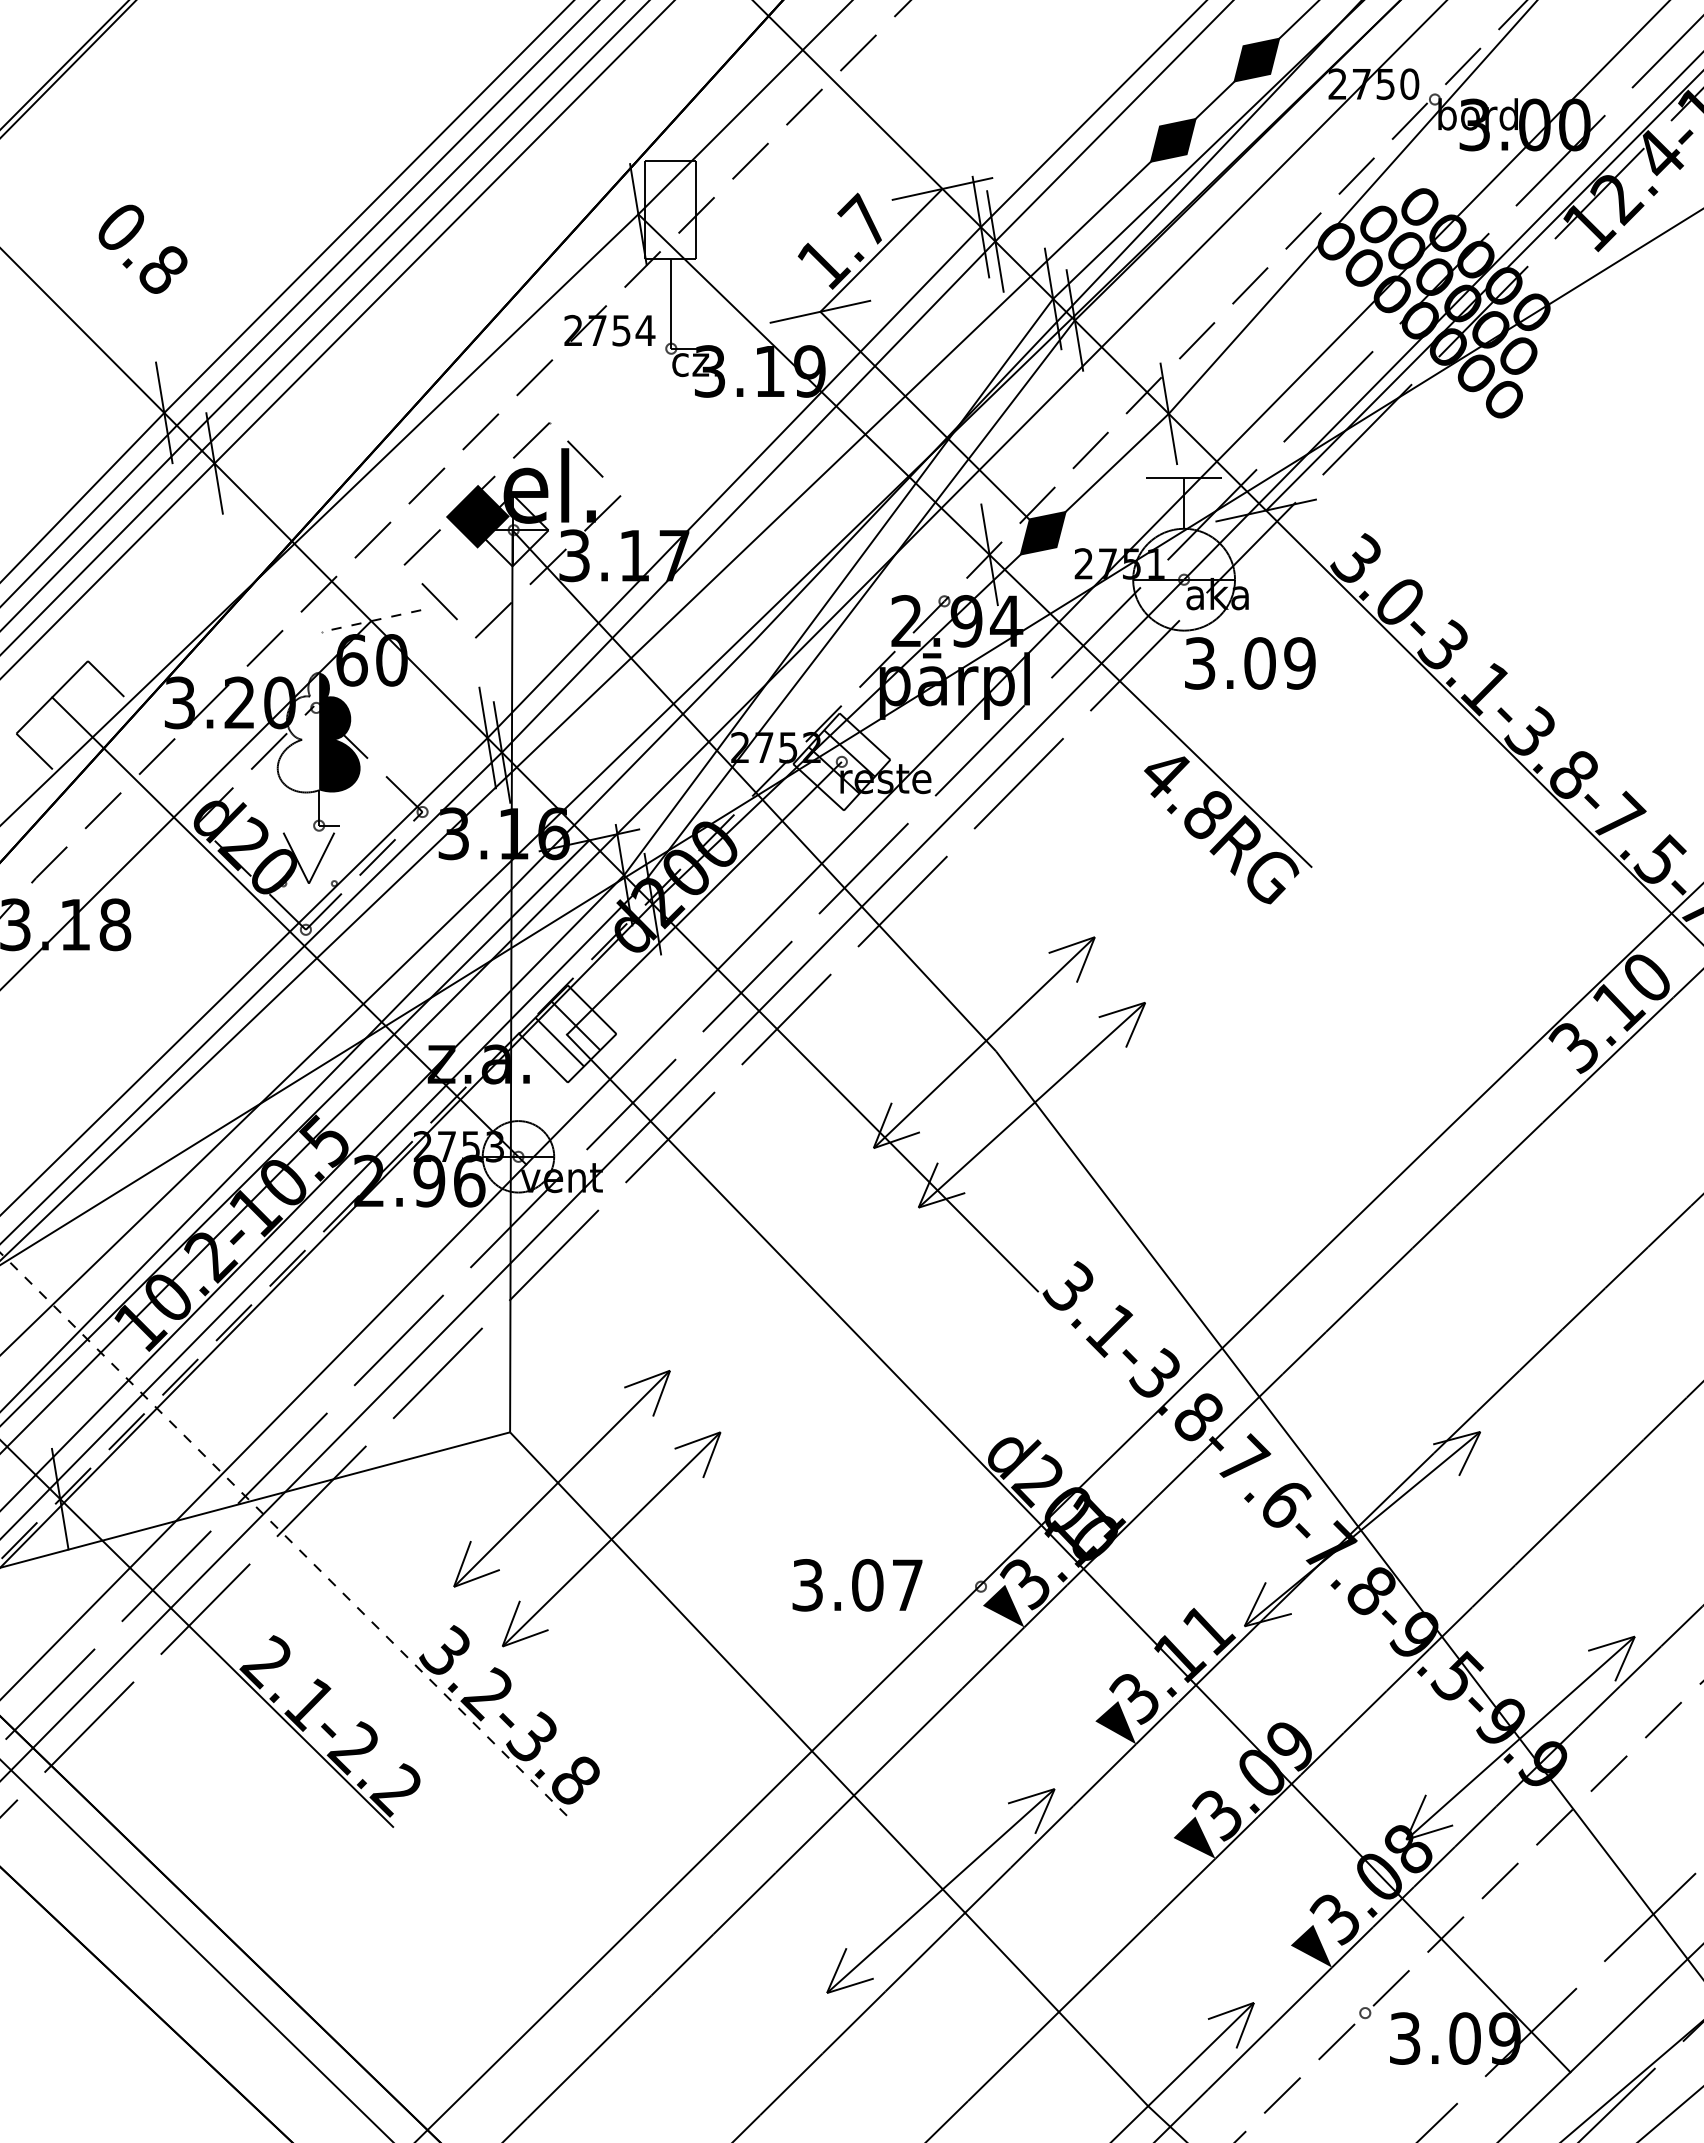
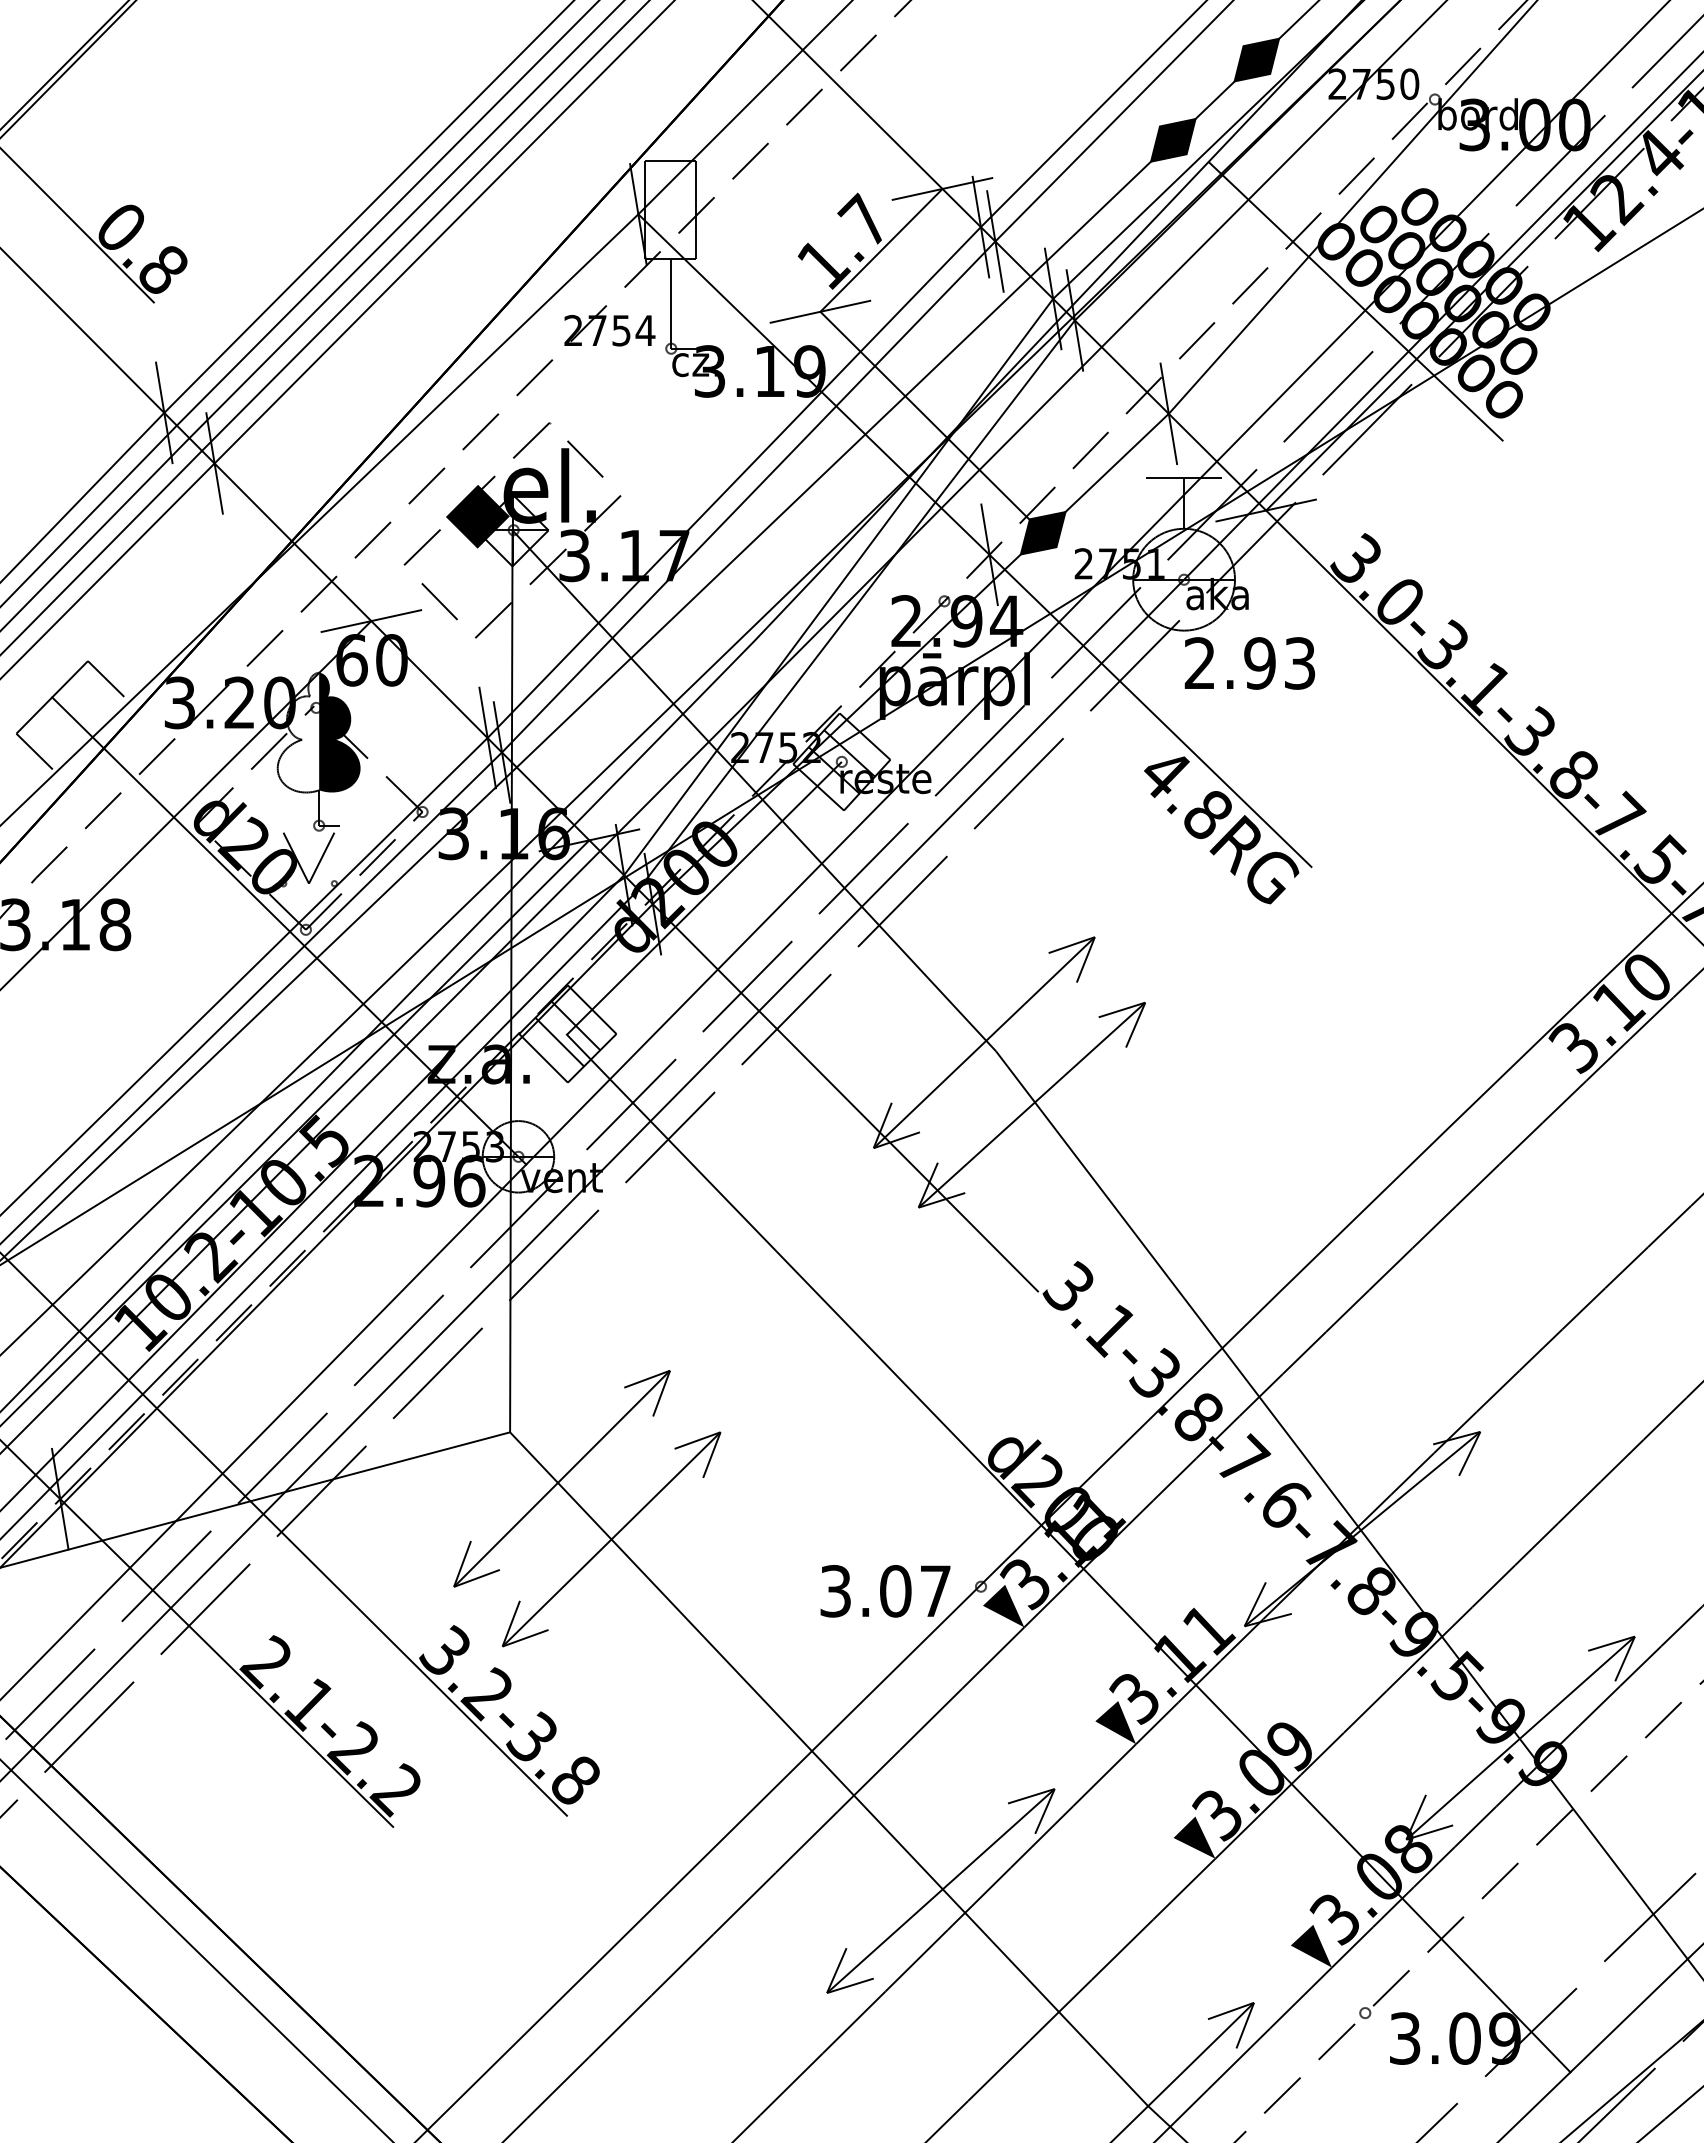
line at (77, 226): none -> present
line at (1355, 301): none -> present
line at (371, 621): dashed -> solid
text at (1249, 663): 3.09 -> 2.93
line at (283, 1533): dashed -> solid
text at (857, 1585) position: (857, 1585) -> (885, 1591)
